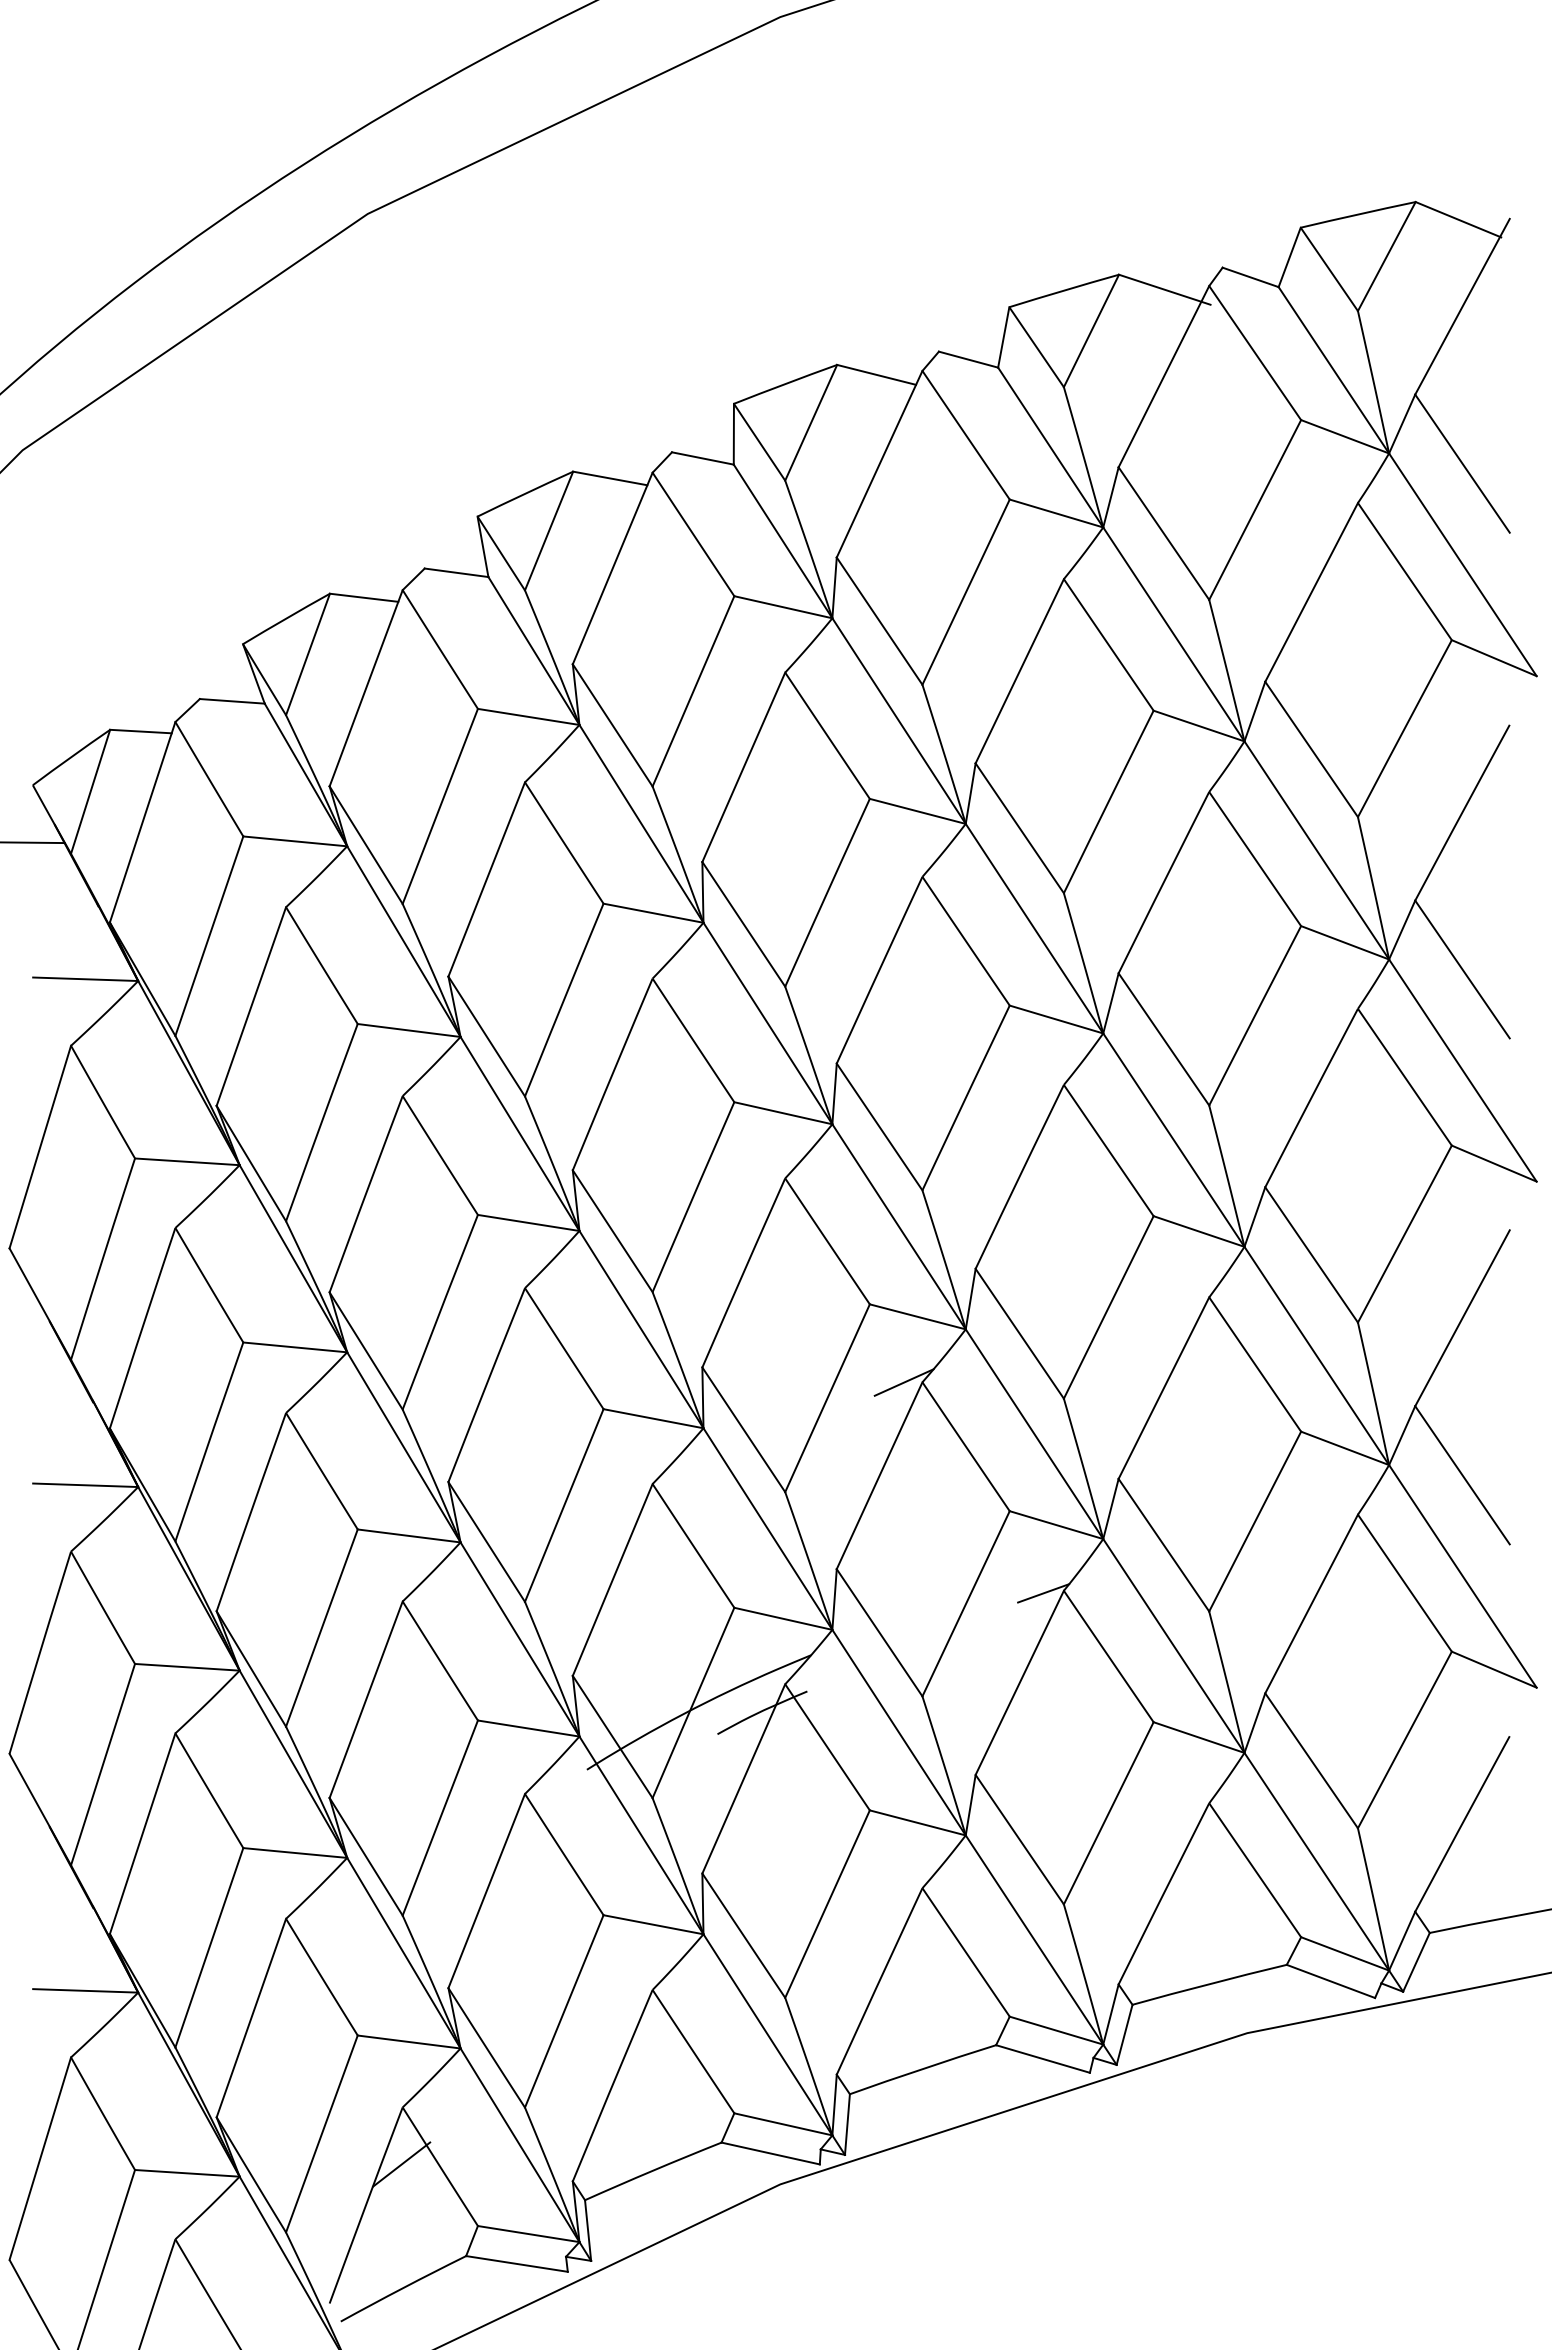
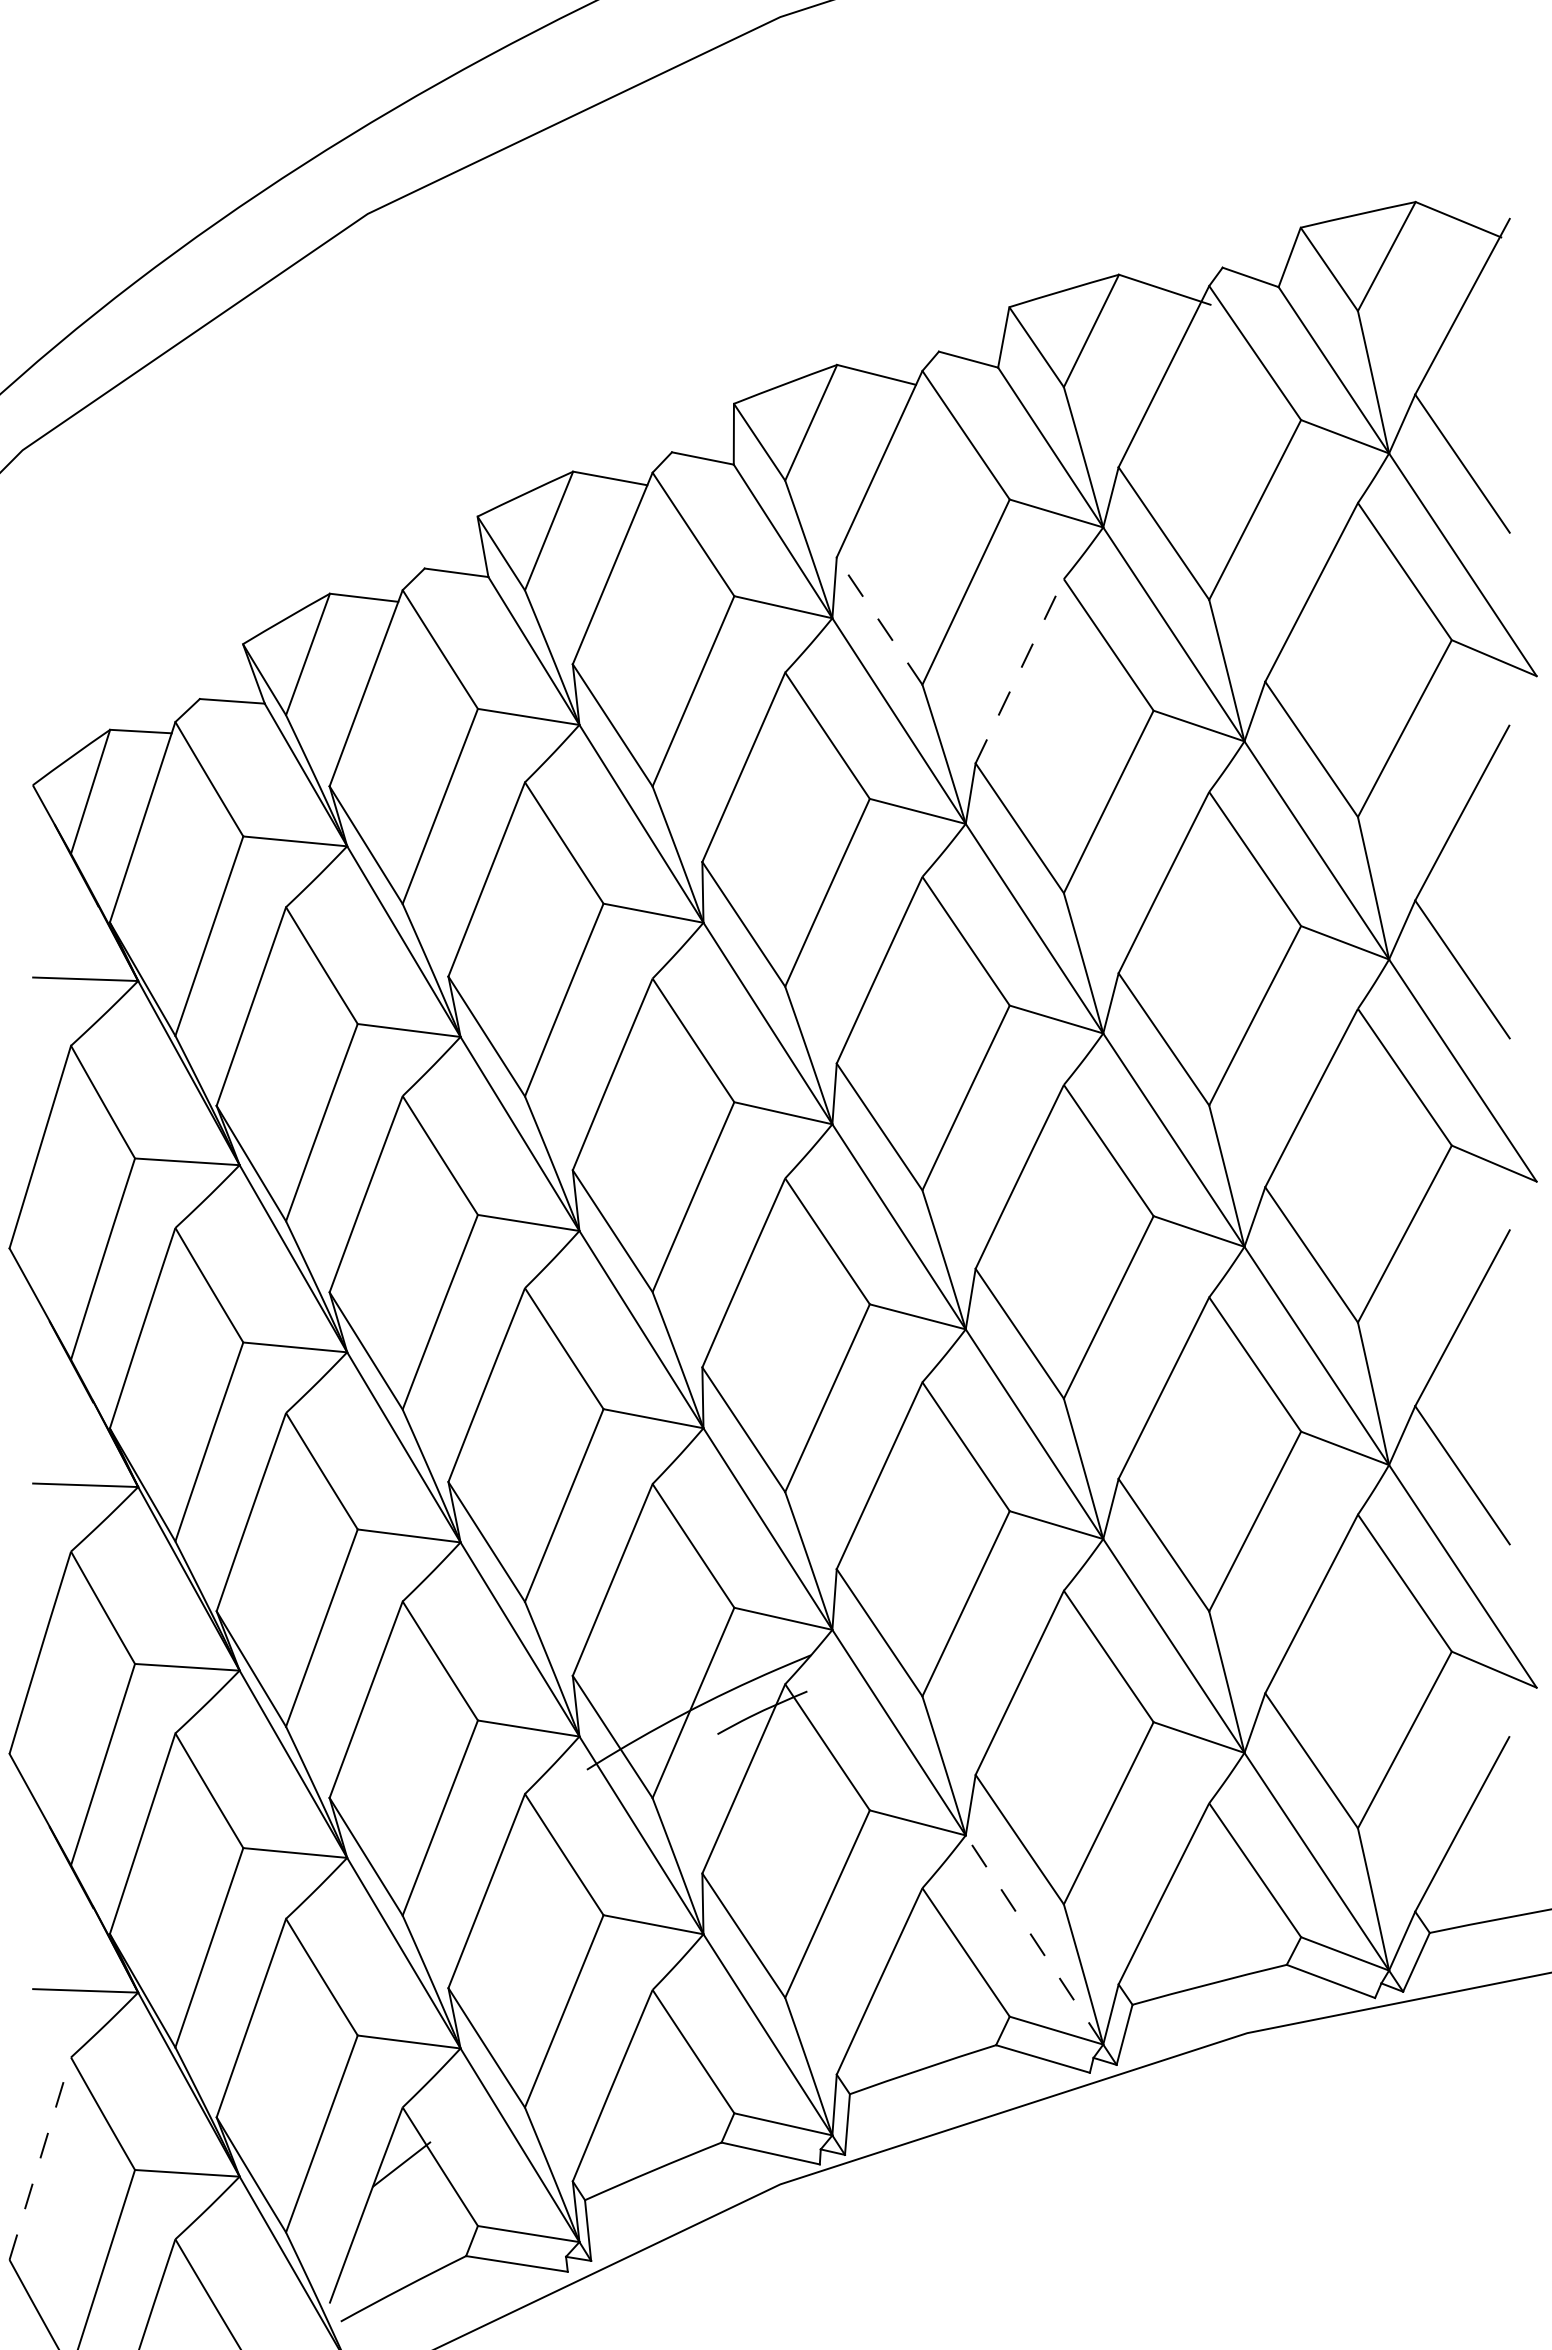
line at (879, 621): solid -> dashed
line at (1019, 670): solid -> dashed
line at (33, 842): present -> none
line at (903, 1382): present -> none
line at (1043, 1593): present -> none
line at (1034, 1939): solid -> dashed
line at (40, 2158): solid -> dashed
